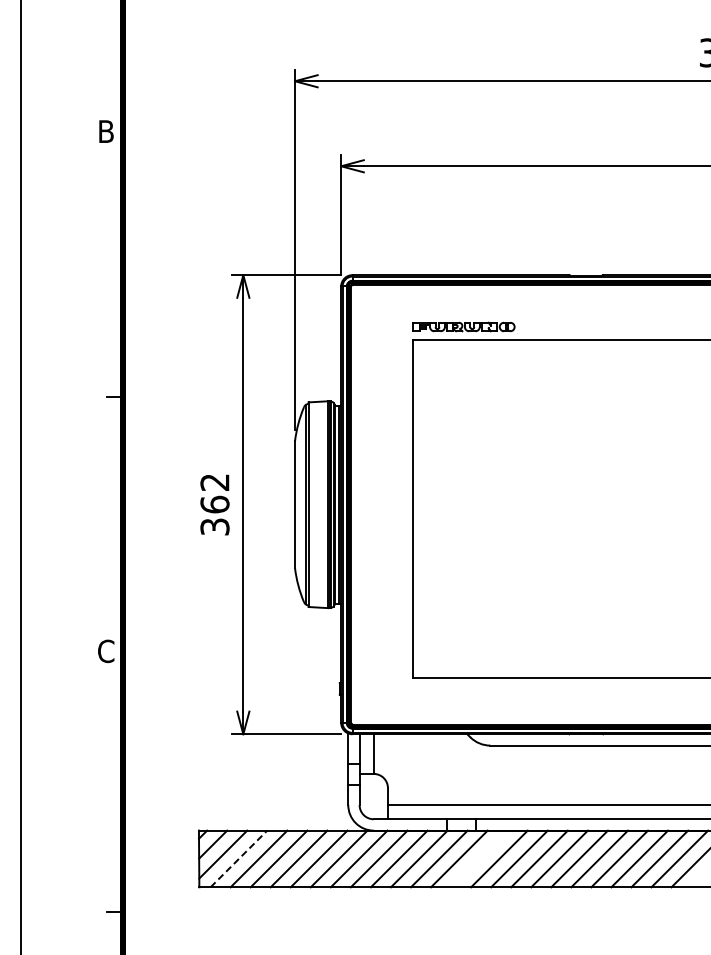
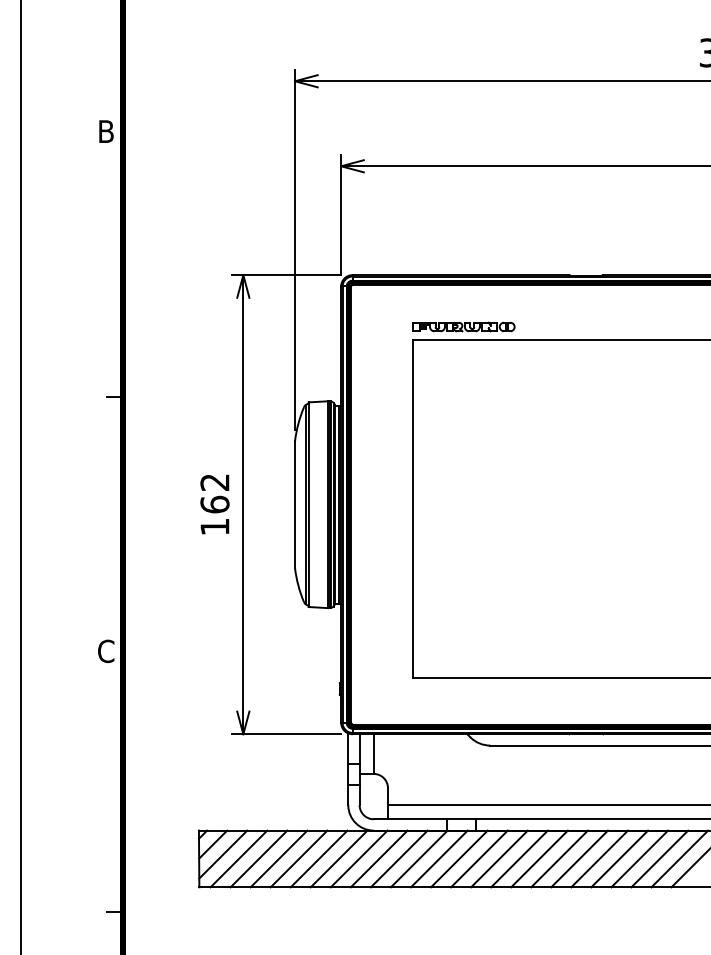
text at (214, 526): 362 -> 162
line at (239, 858): dashed -> solid
line at (479, 858): none -> present
